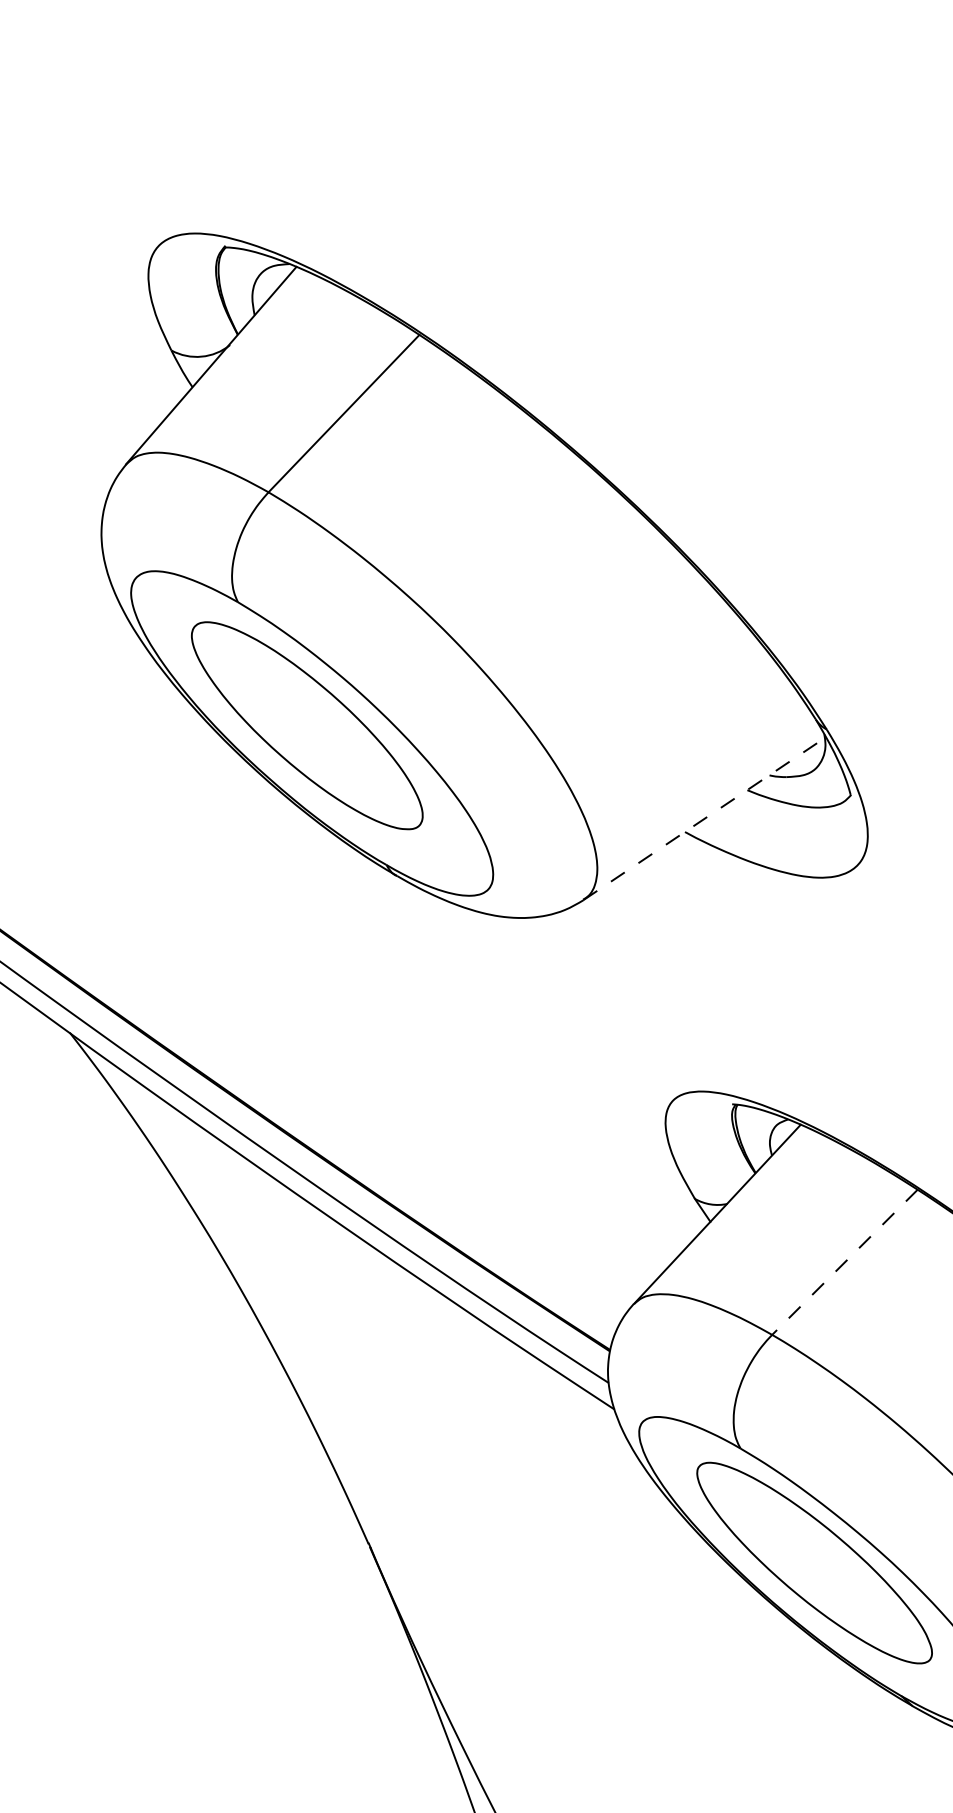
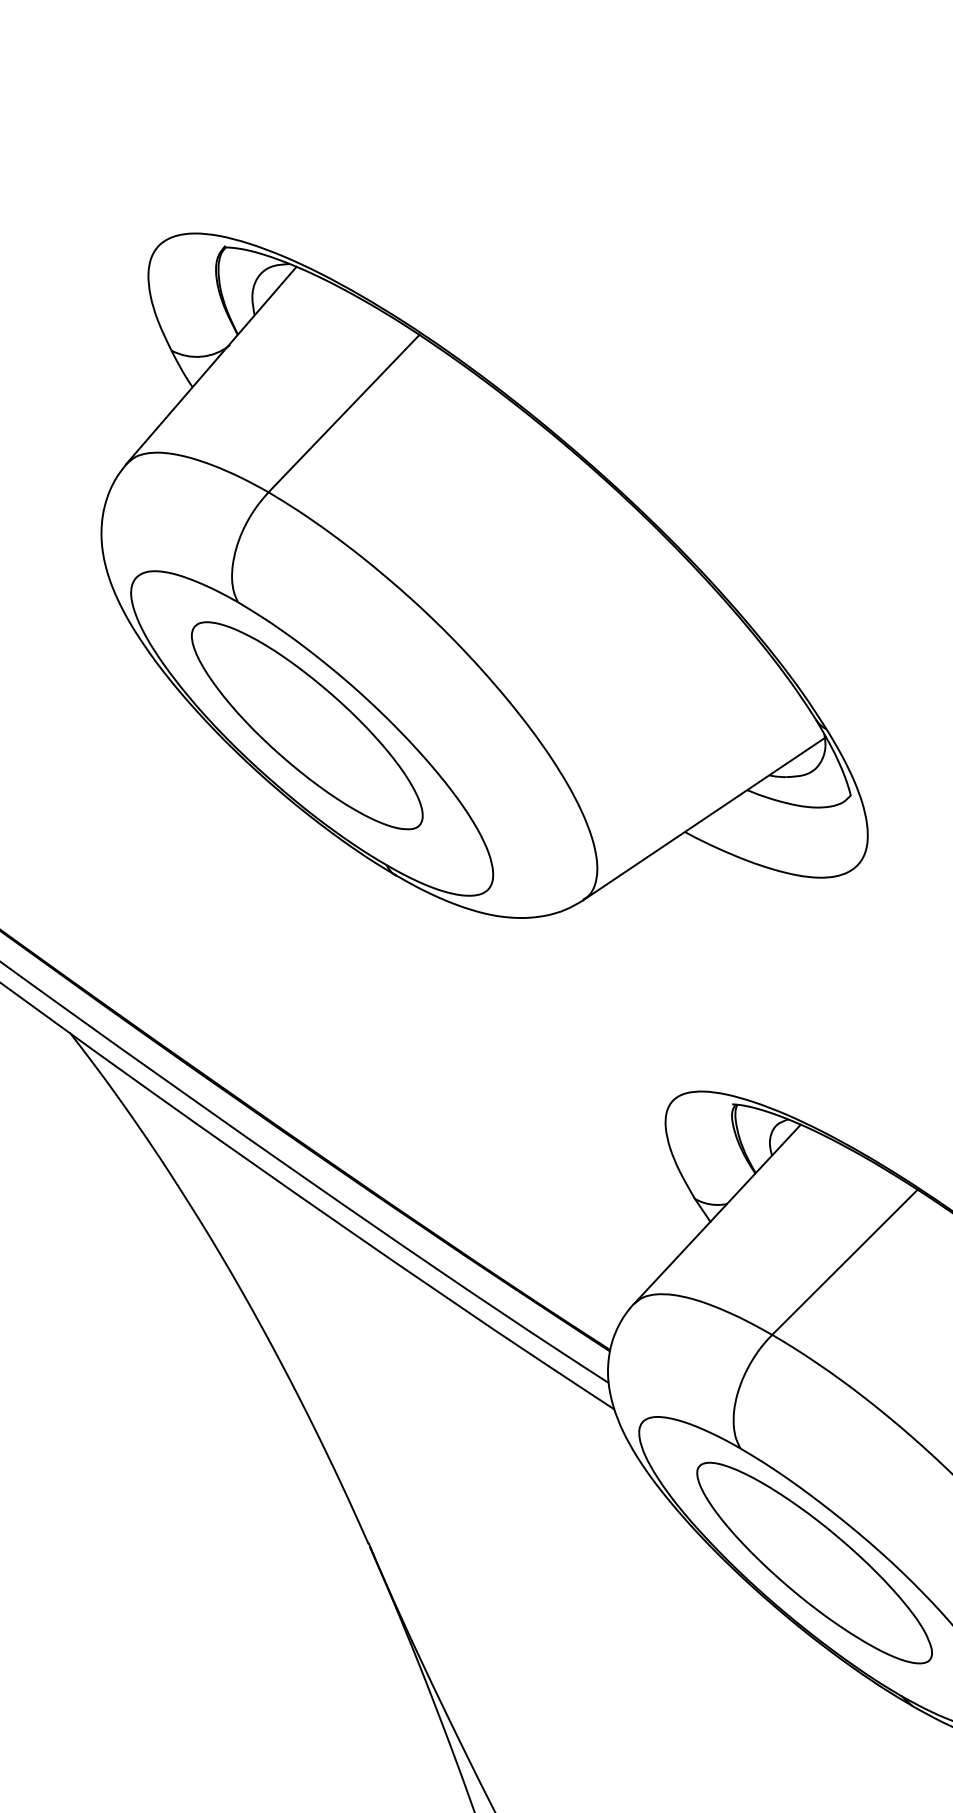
line at (705, 818): dashed -> solid
line at (844, 1262): dashed -> solid
